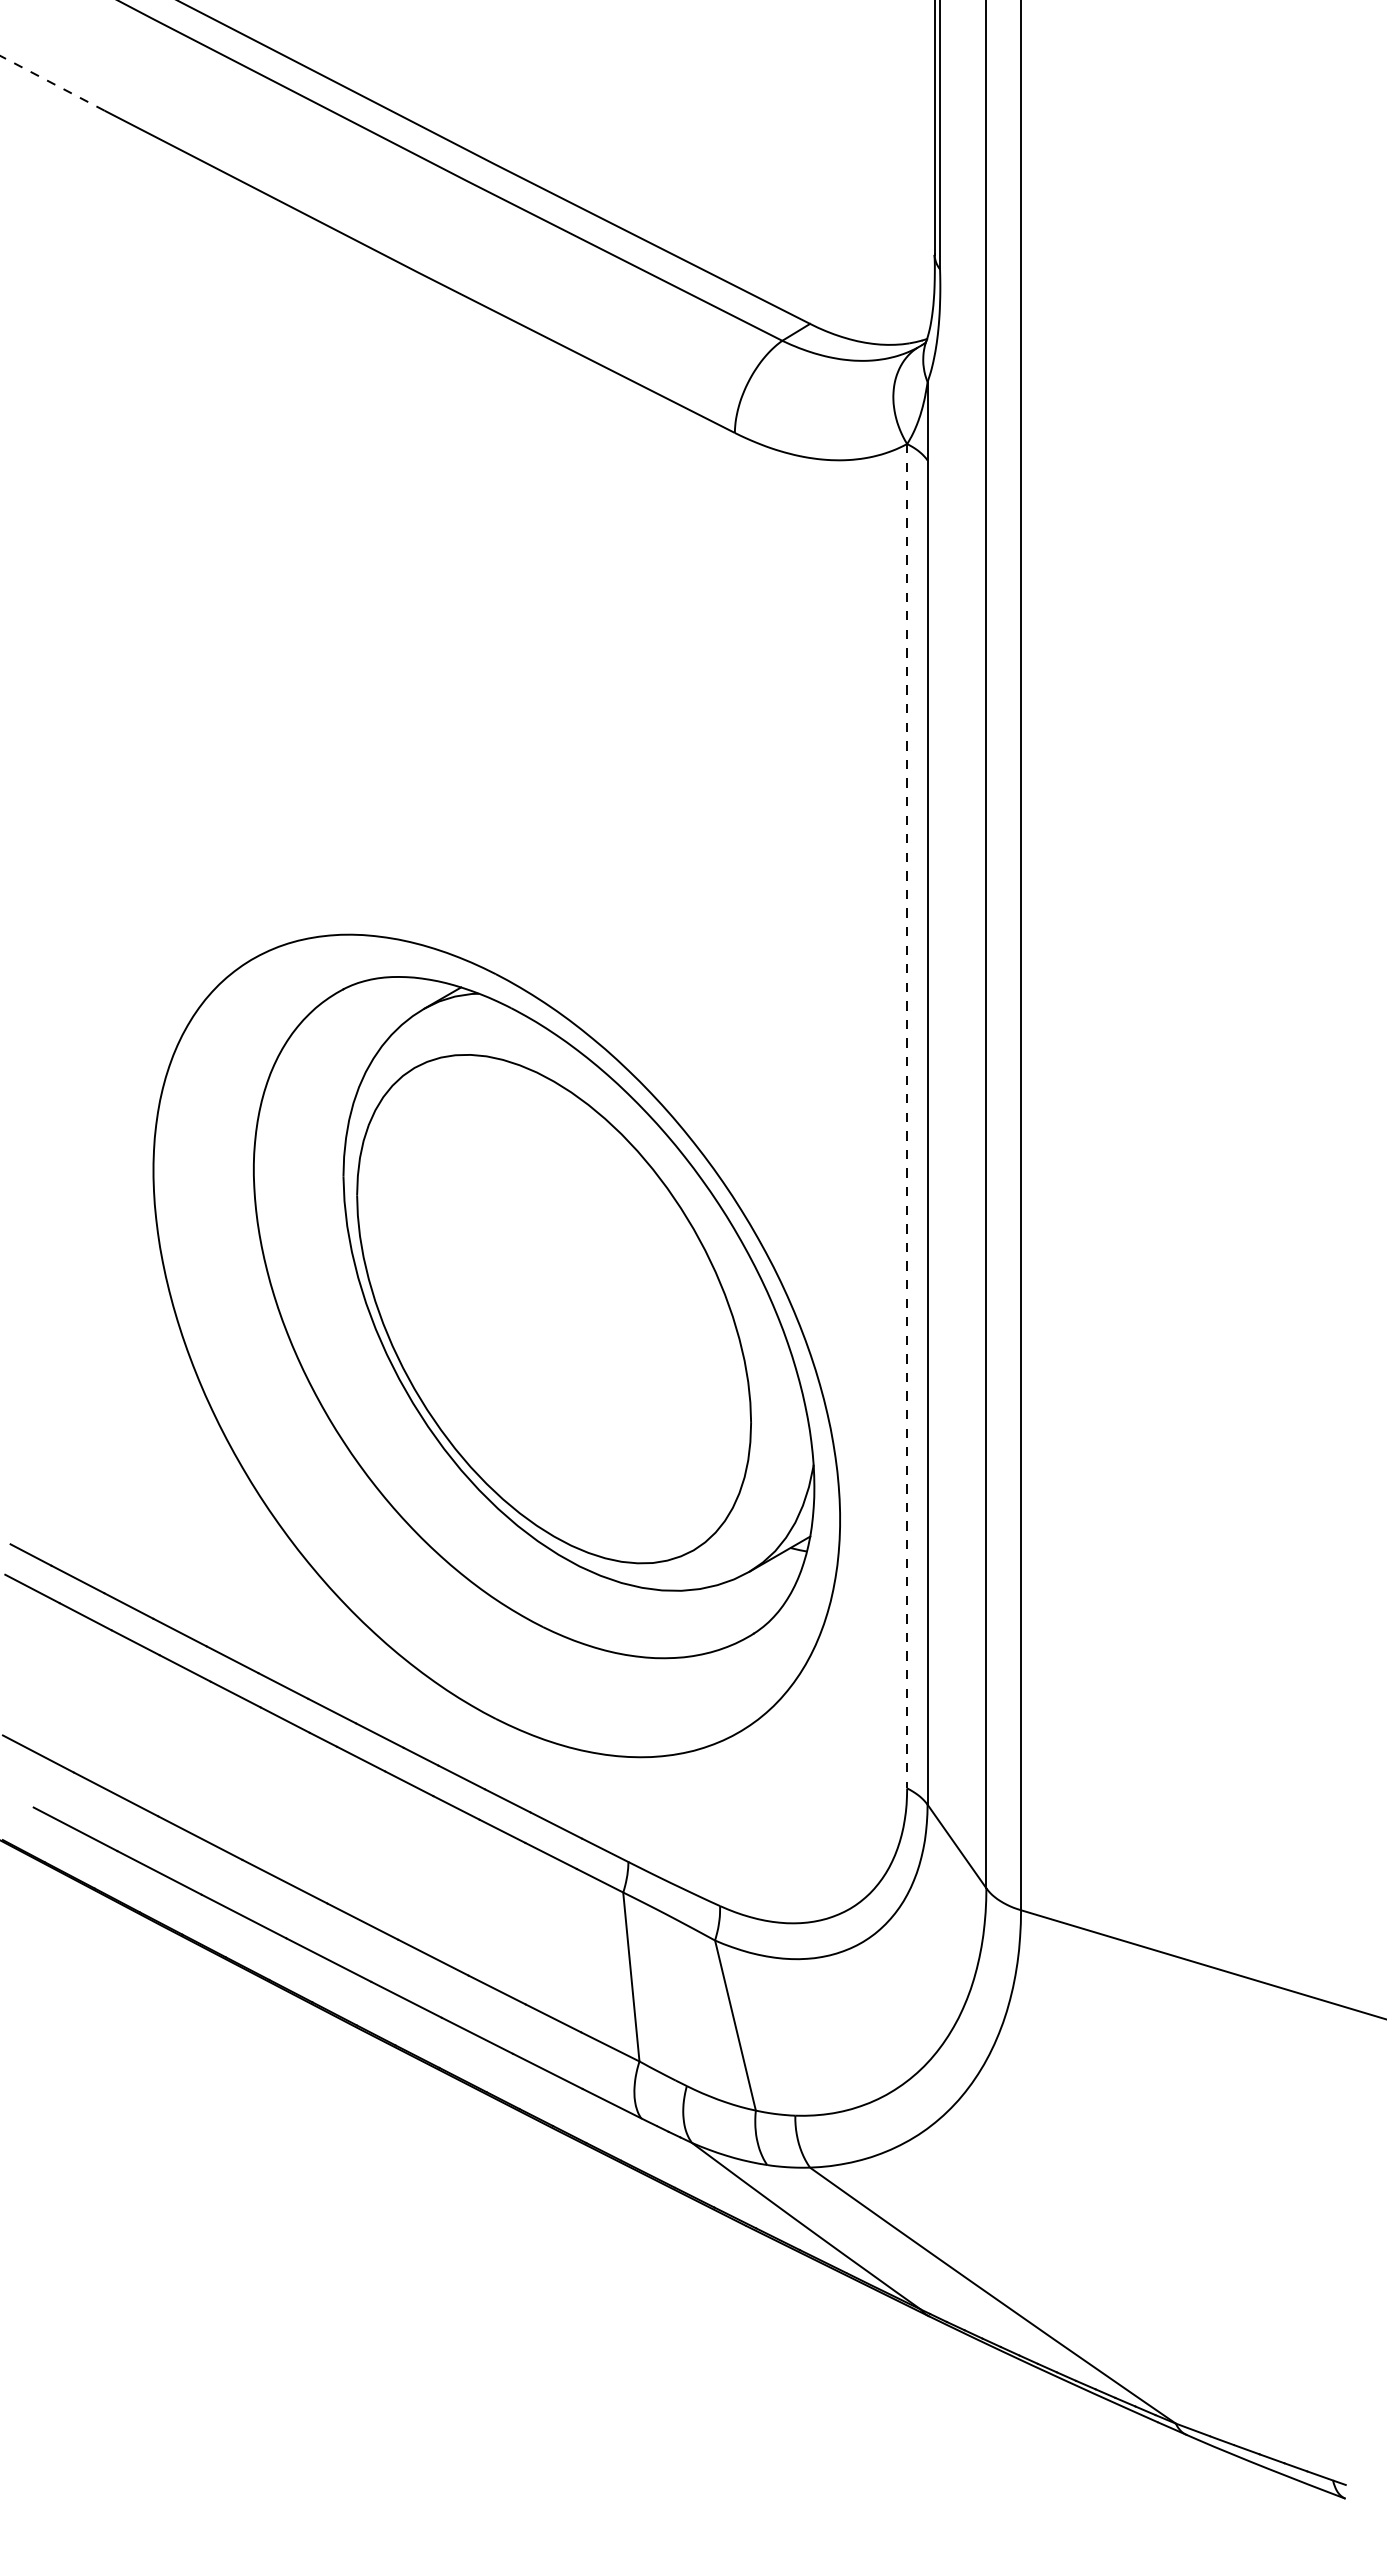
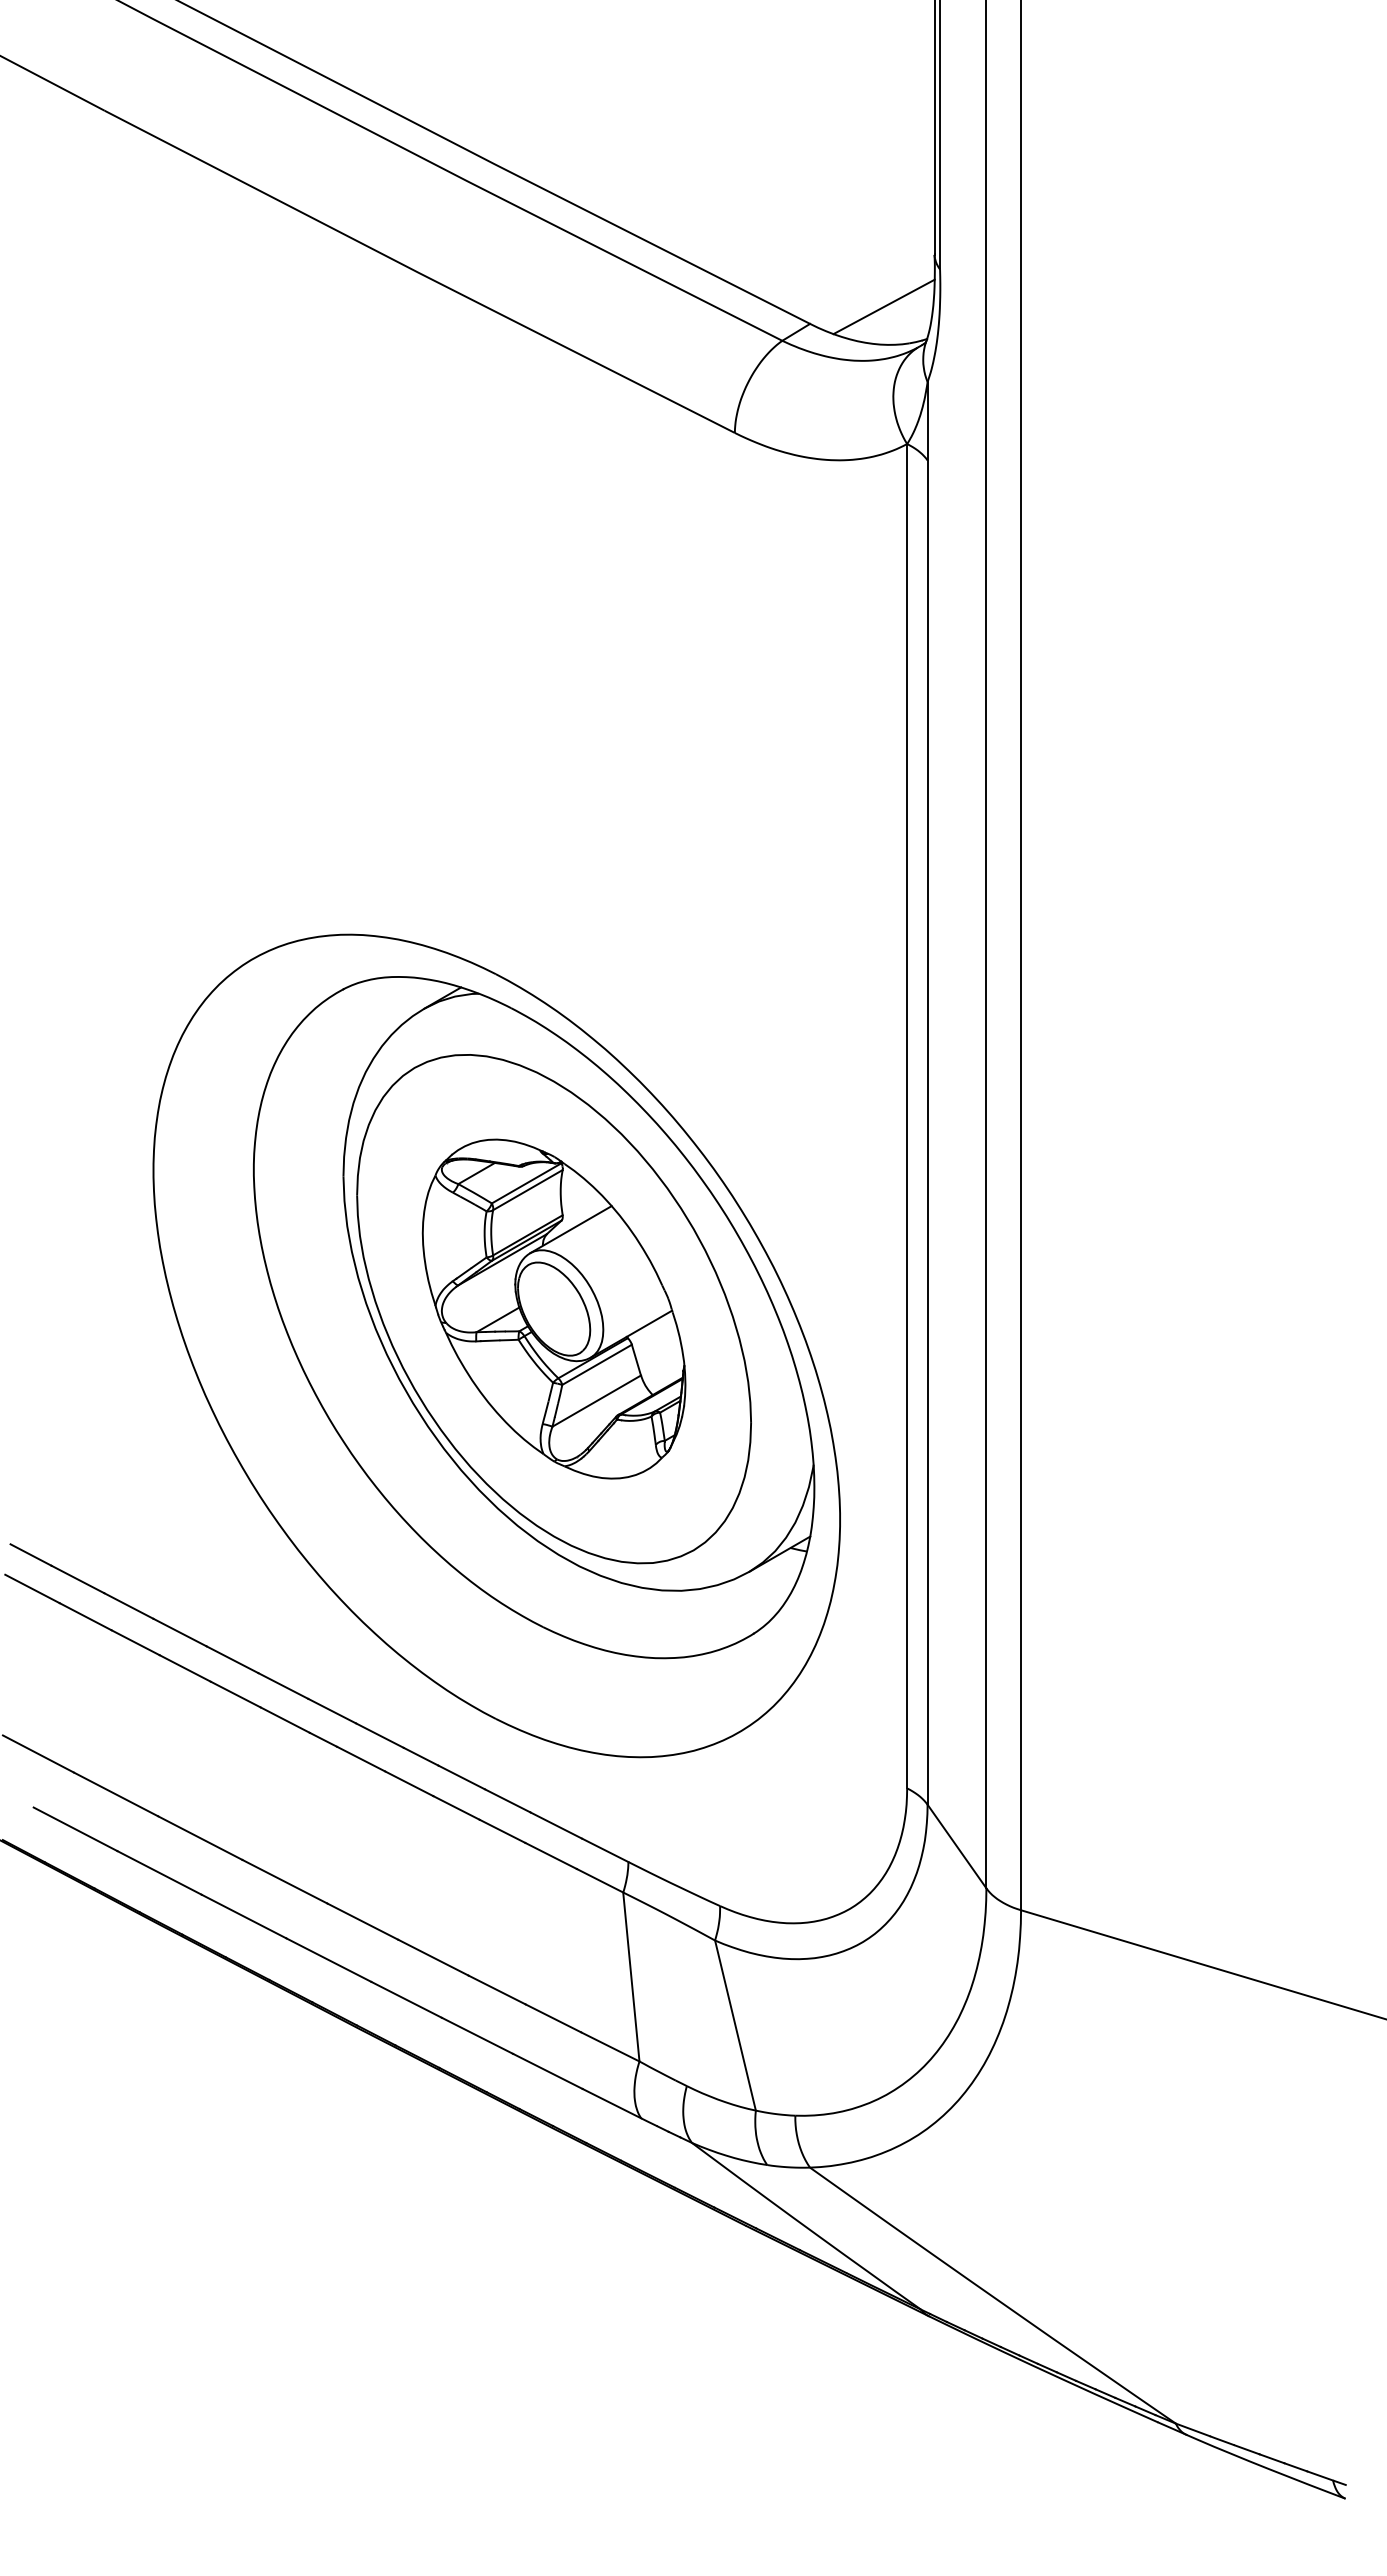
line at (52, 83): dashed -> solid
line at (883, 306): none -> present
line at (907, 1116): dashed -> solid
part at (553, 1308): none -> present
